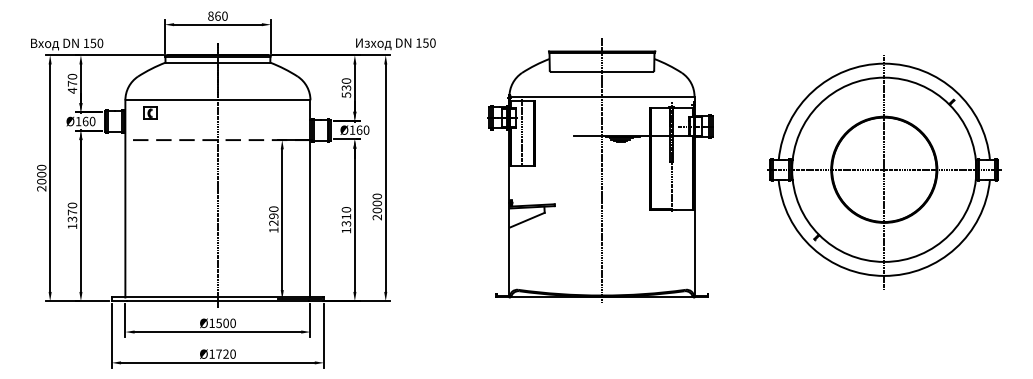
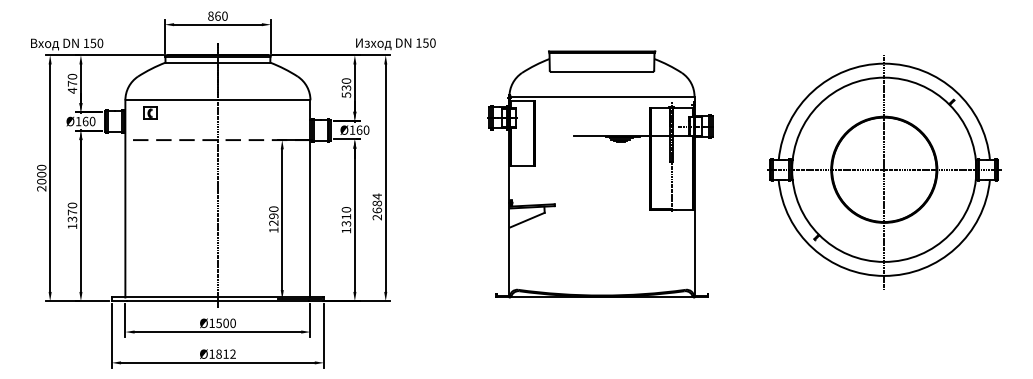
line at (522, 133): present -> none
line at (602, 170): present -> none
text at (377, 203): 2000 -> 2684
text at (225, 353): Ø1720 -> Ø1812
